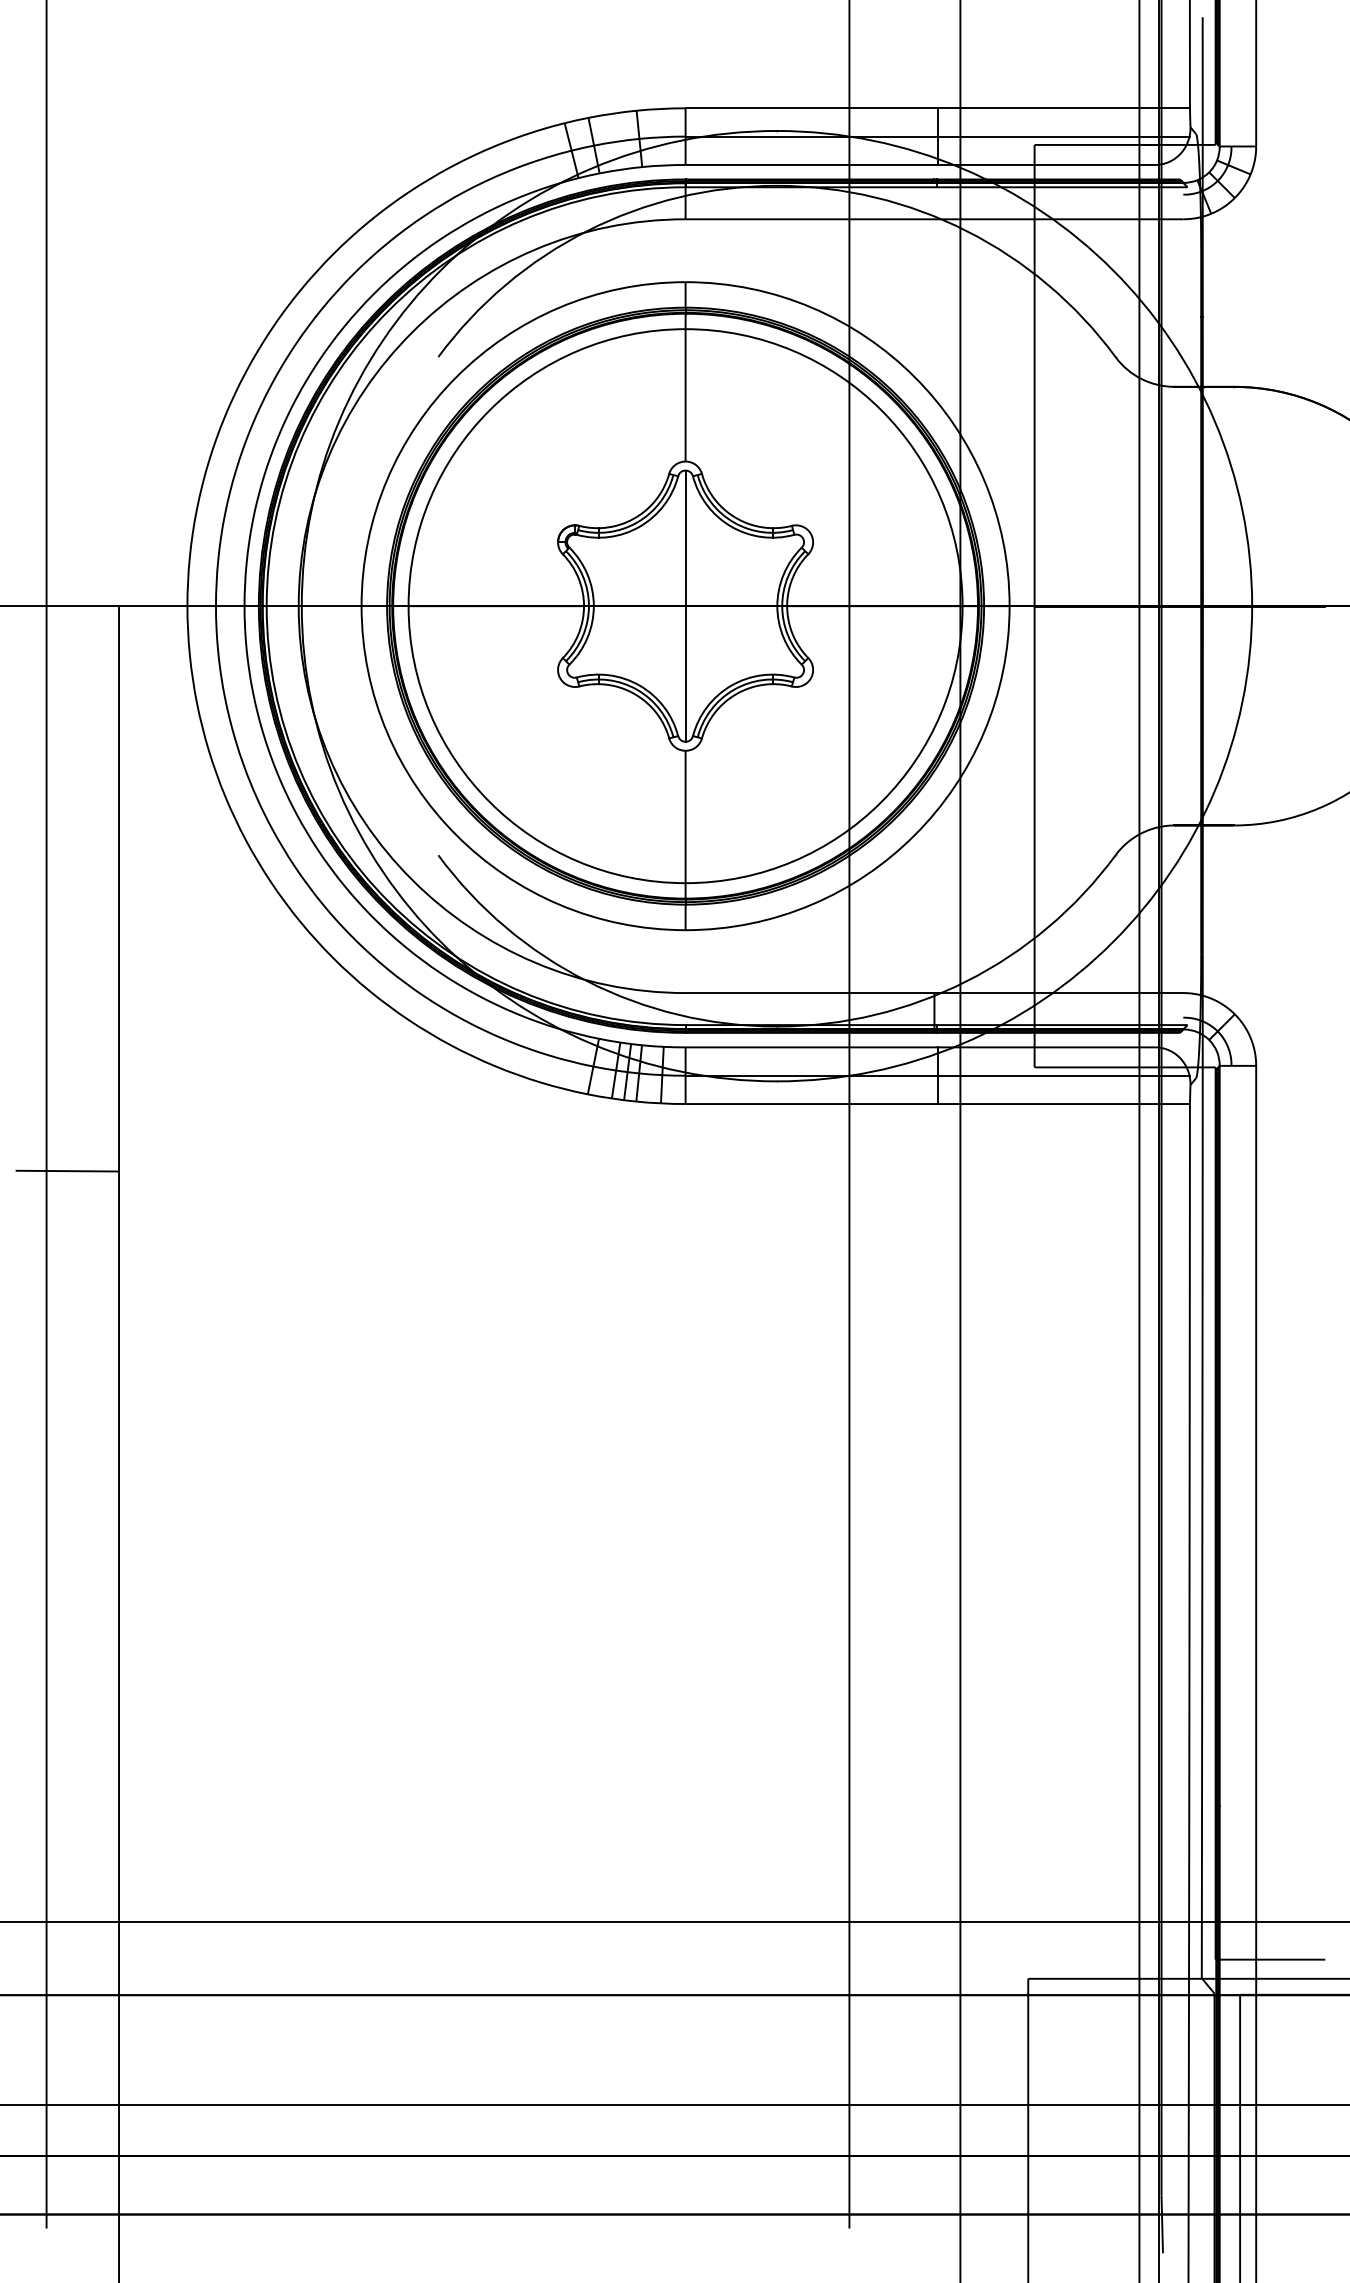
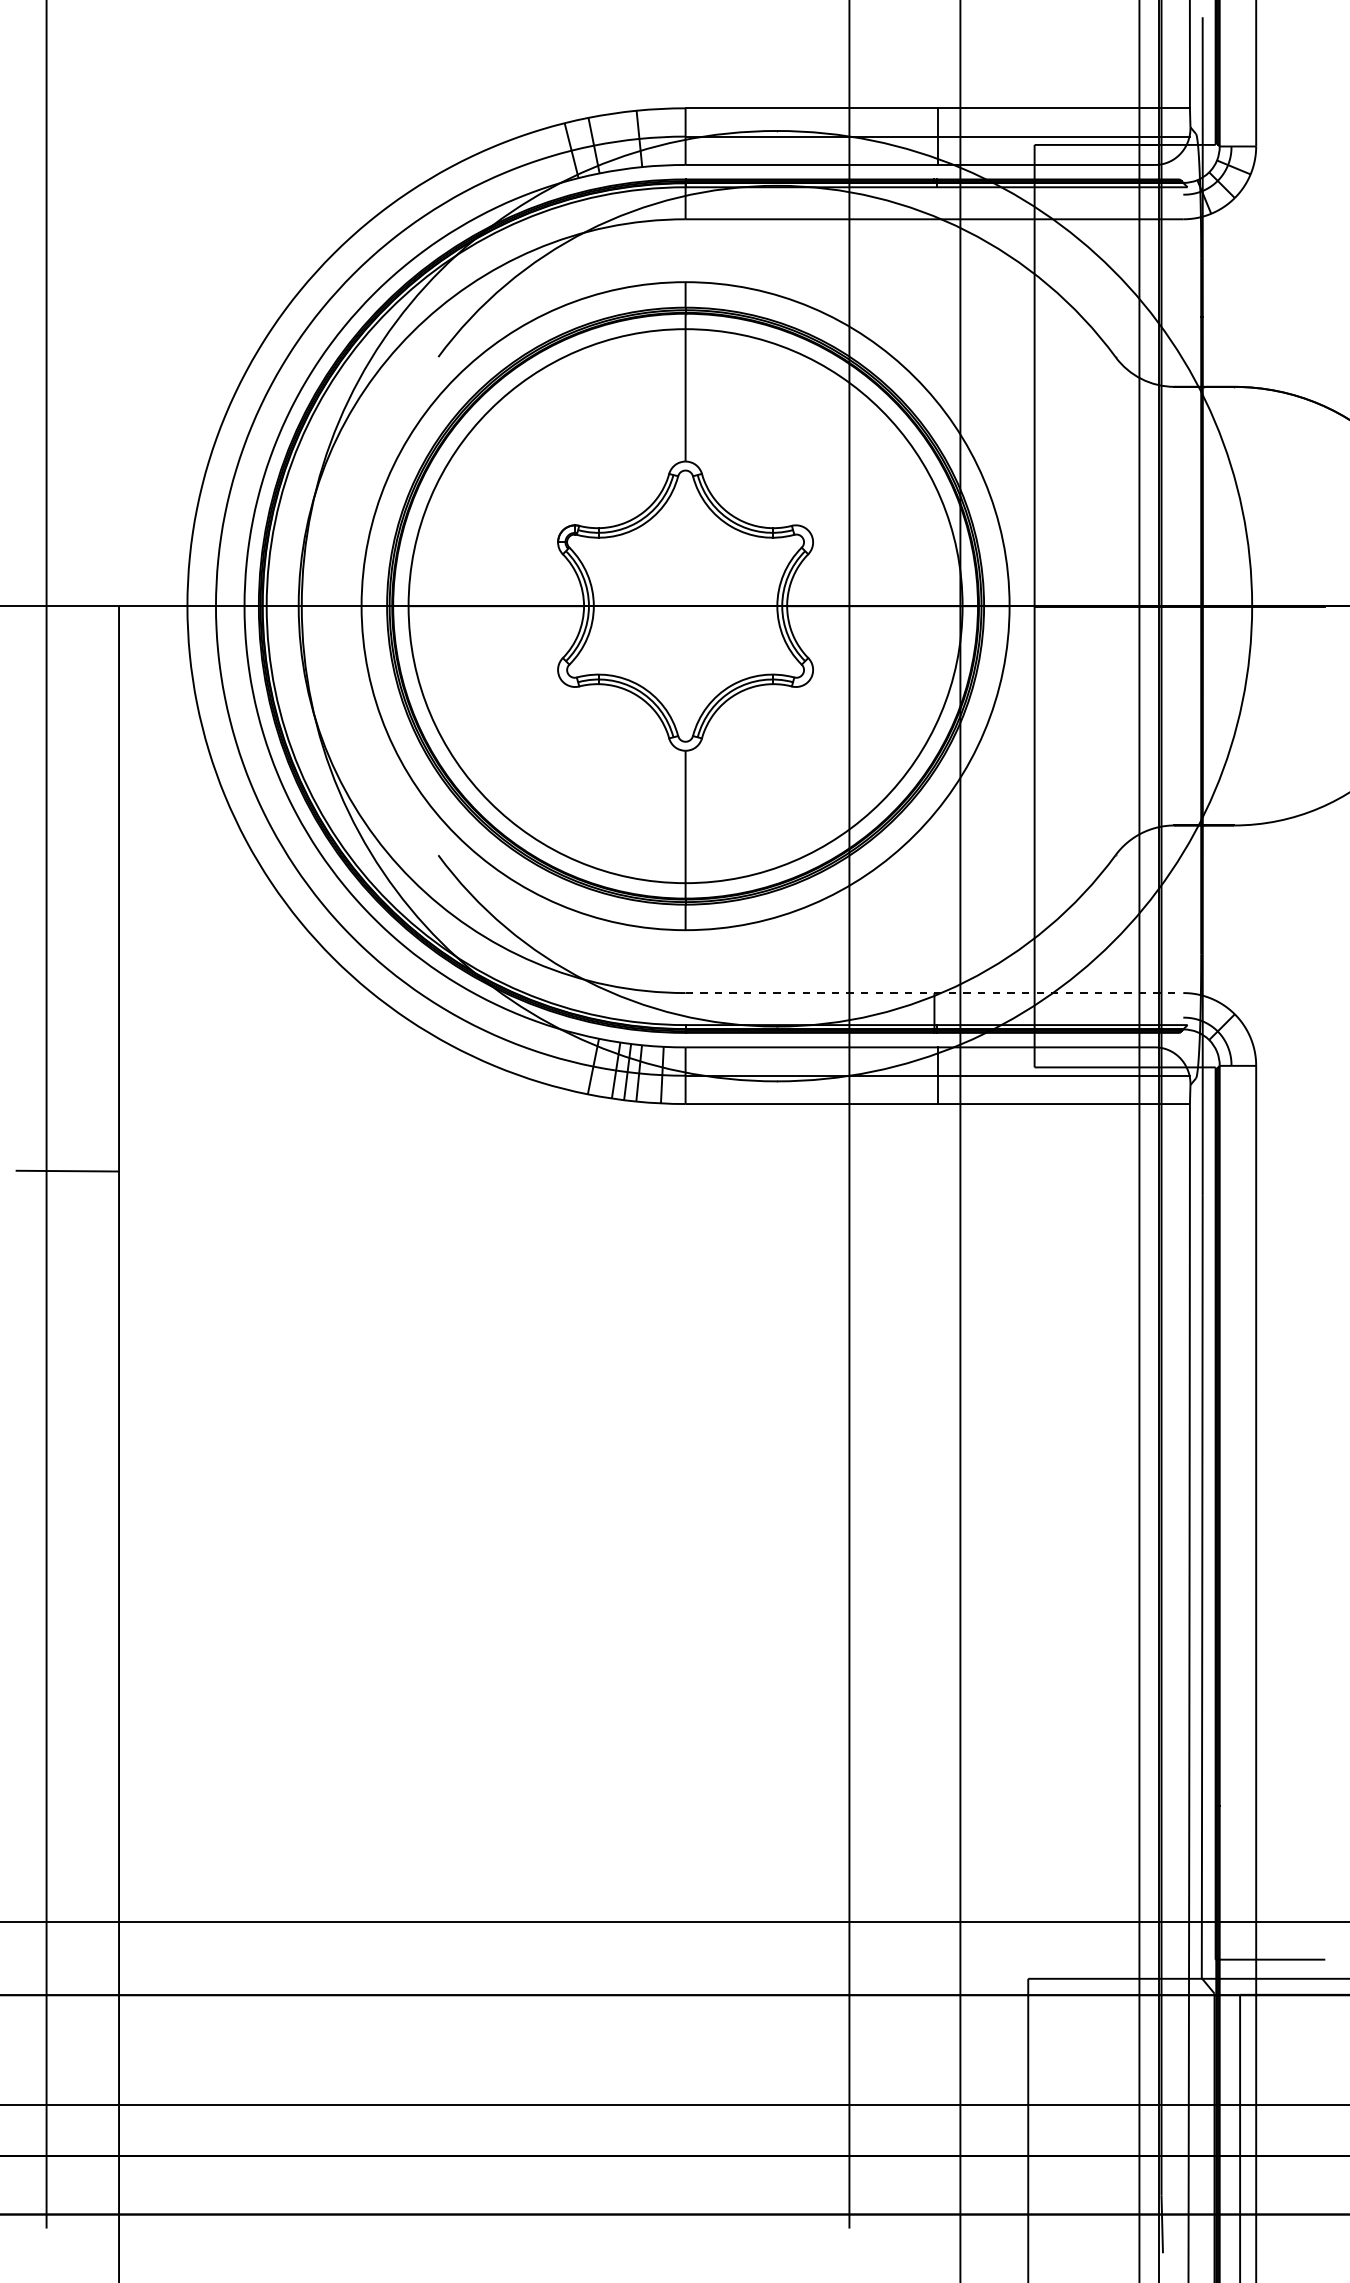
line at (685, 605): present -> none
line at (934, 993): solid -> dashed
